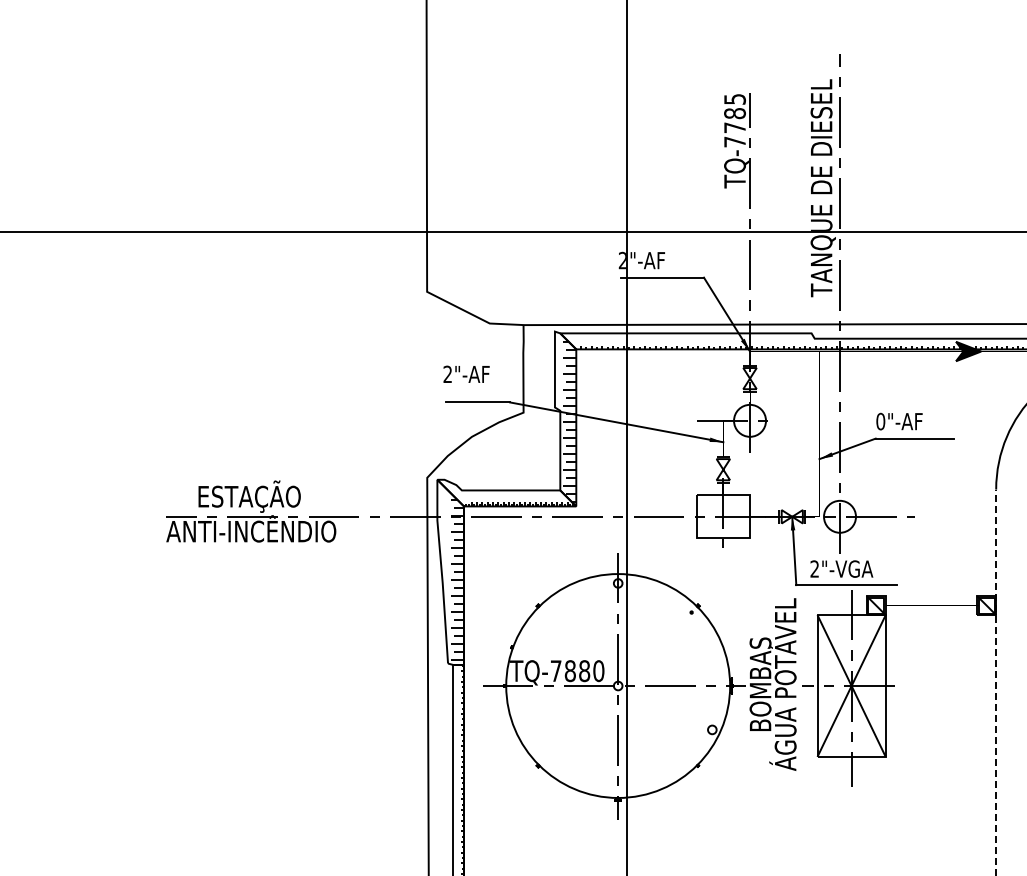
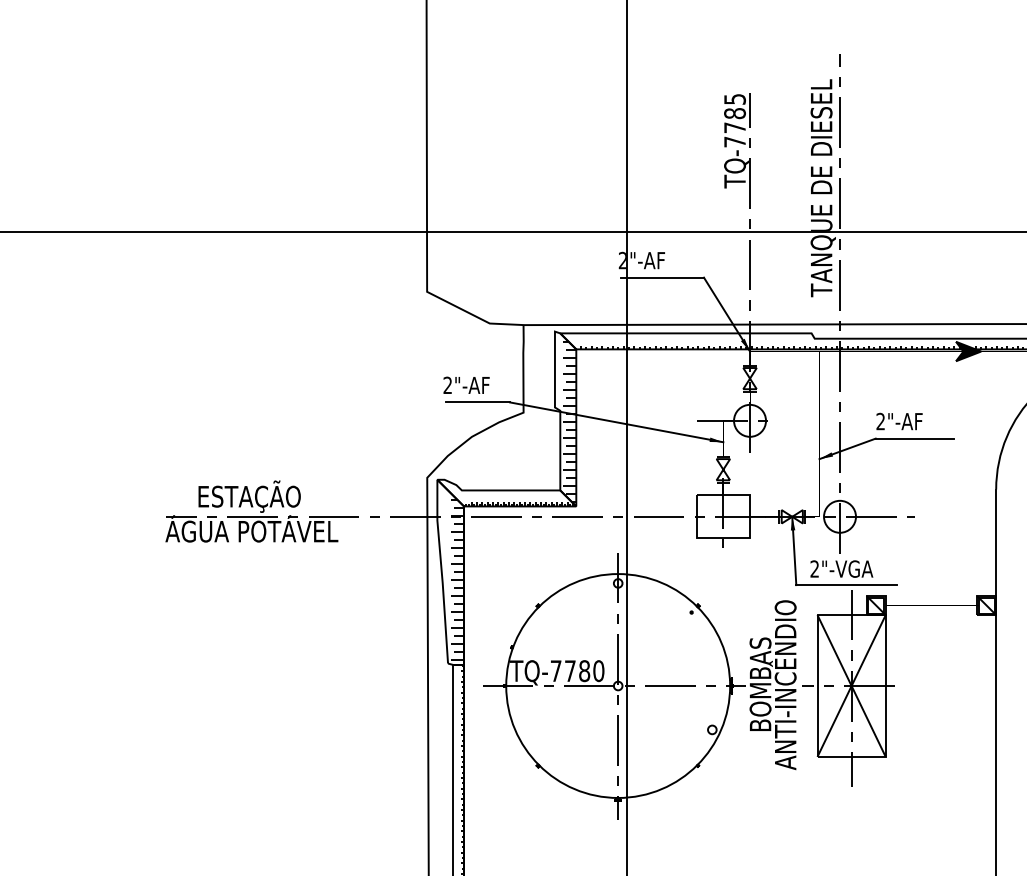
text at (466, 373) position: (466, 373) -> (466, 384)
text at (880, 421): 0"-AF -> 2"-AF
text at (251, 528): ANTI-INCÊNDIO -> ÁGUA POTÁVEL
text at (569, 671): TQ-7880 -> TQ-7780
line at (996, 682): dashed -> solid
text at (782, 684): ÁGUA POTÁVEL -> ANTI-INCÊNDIO
